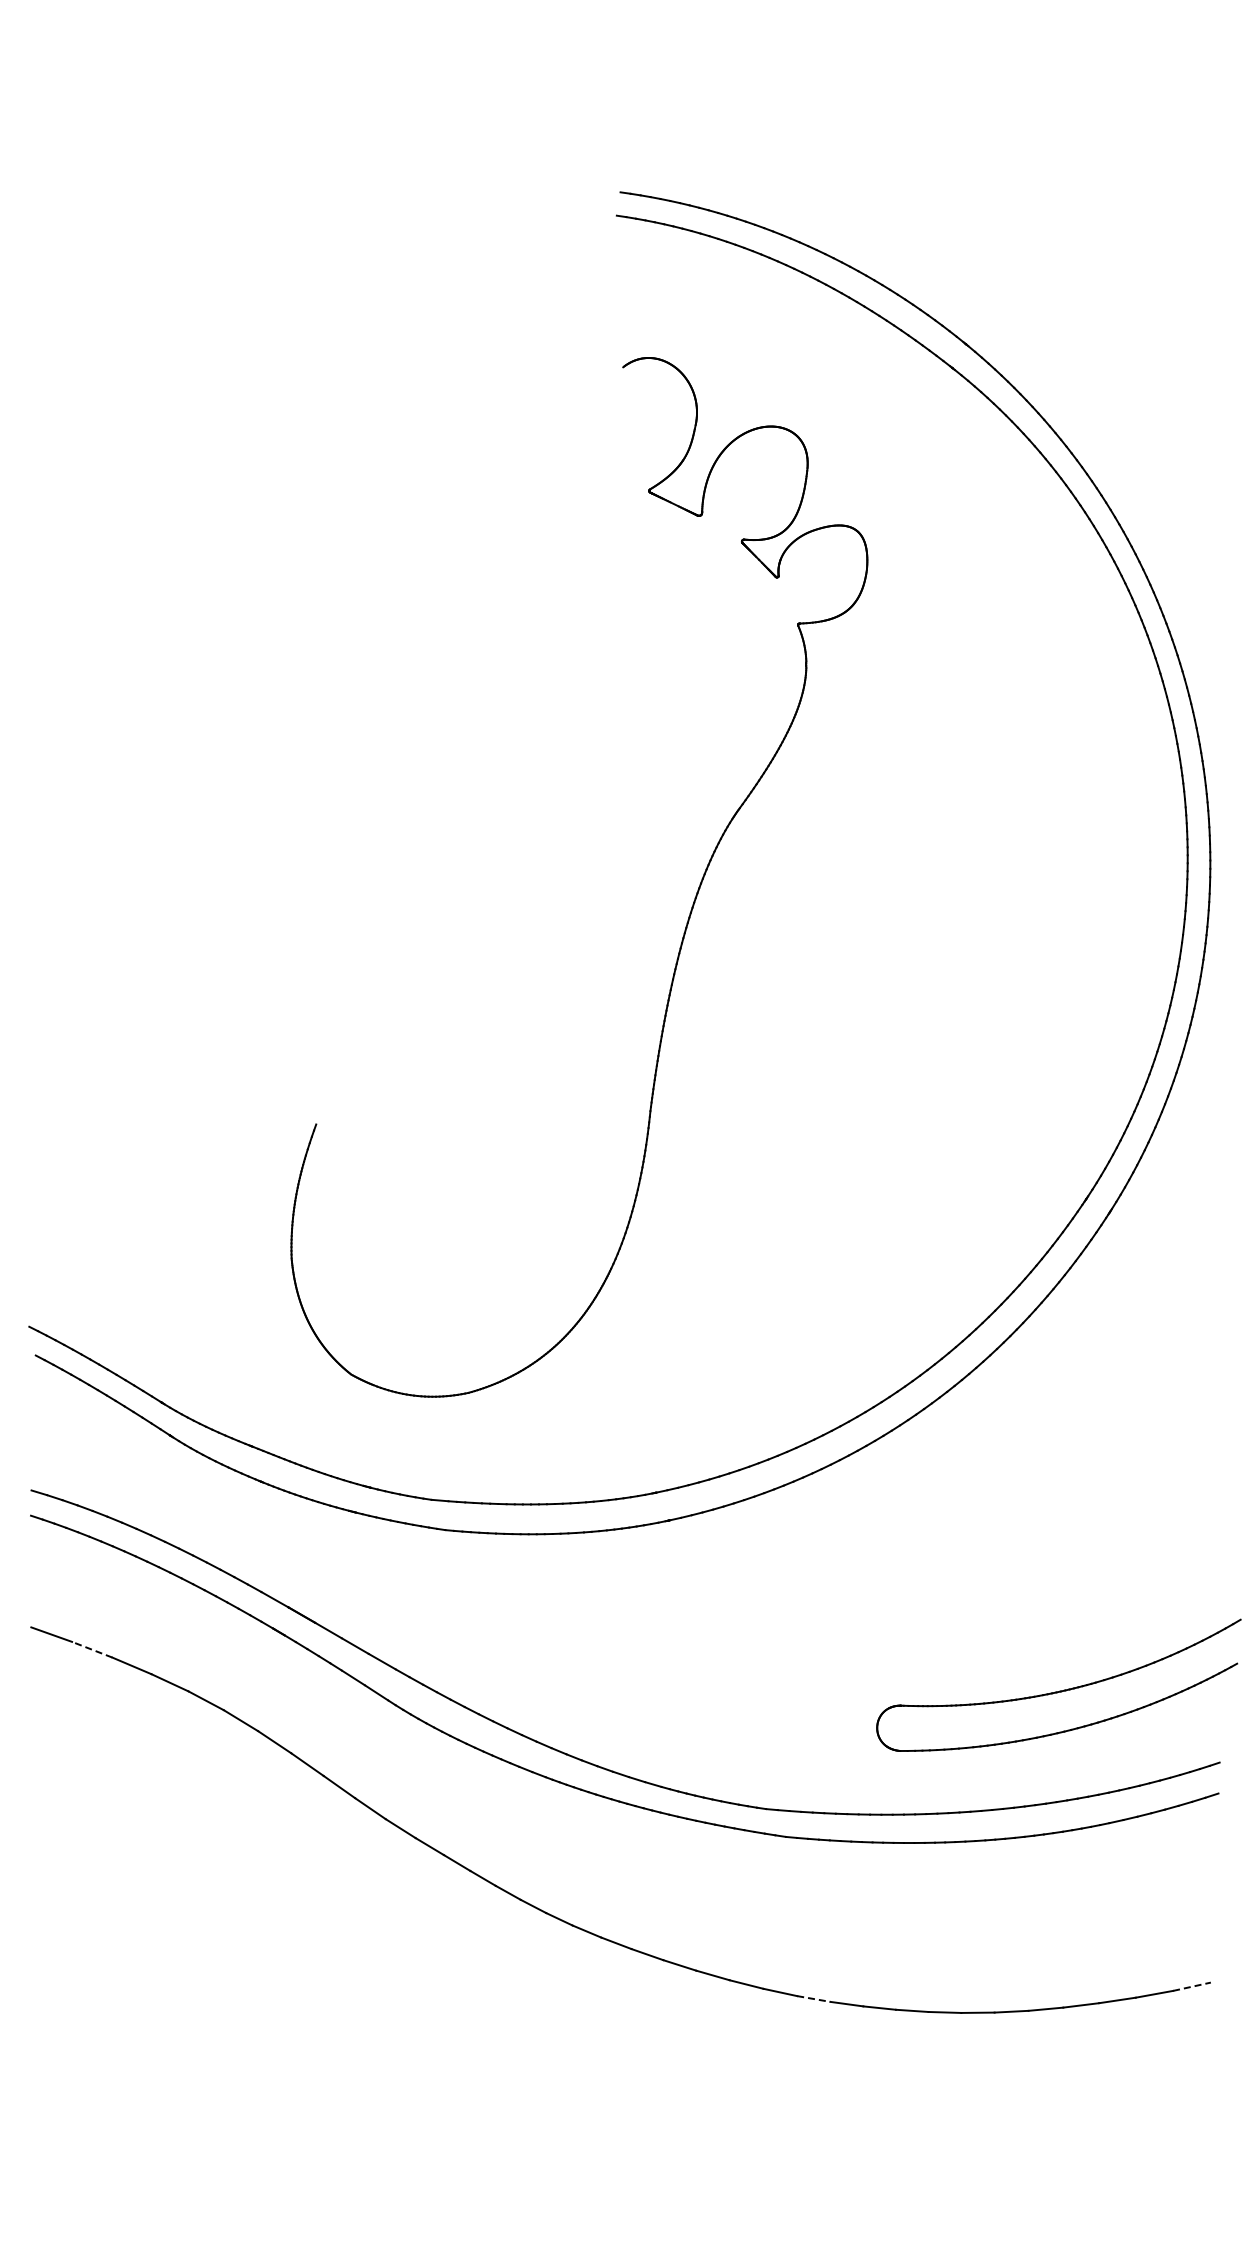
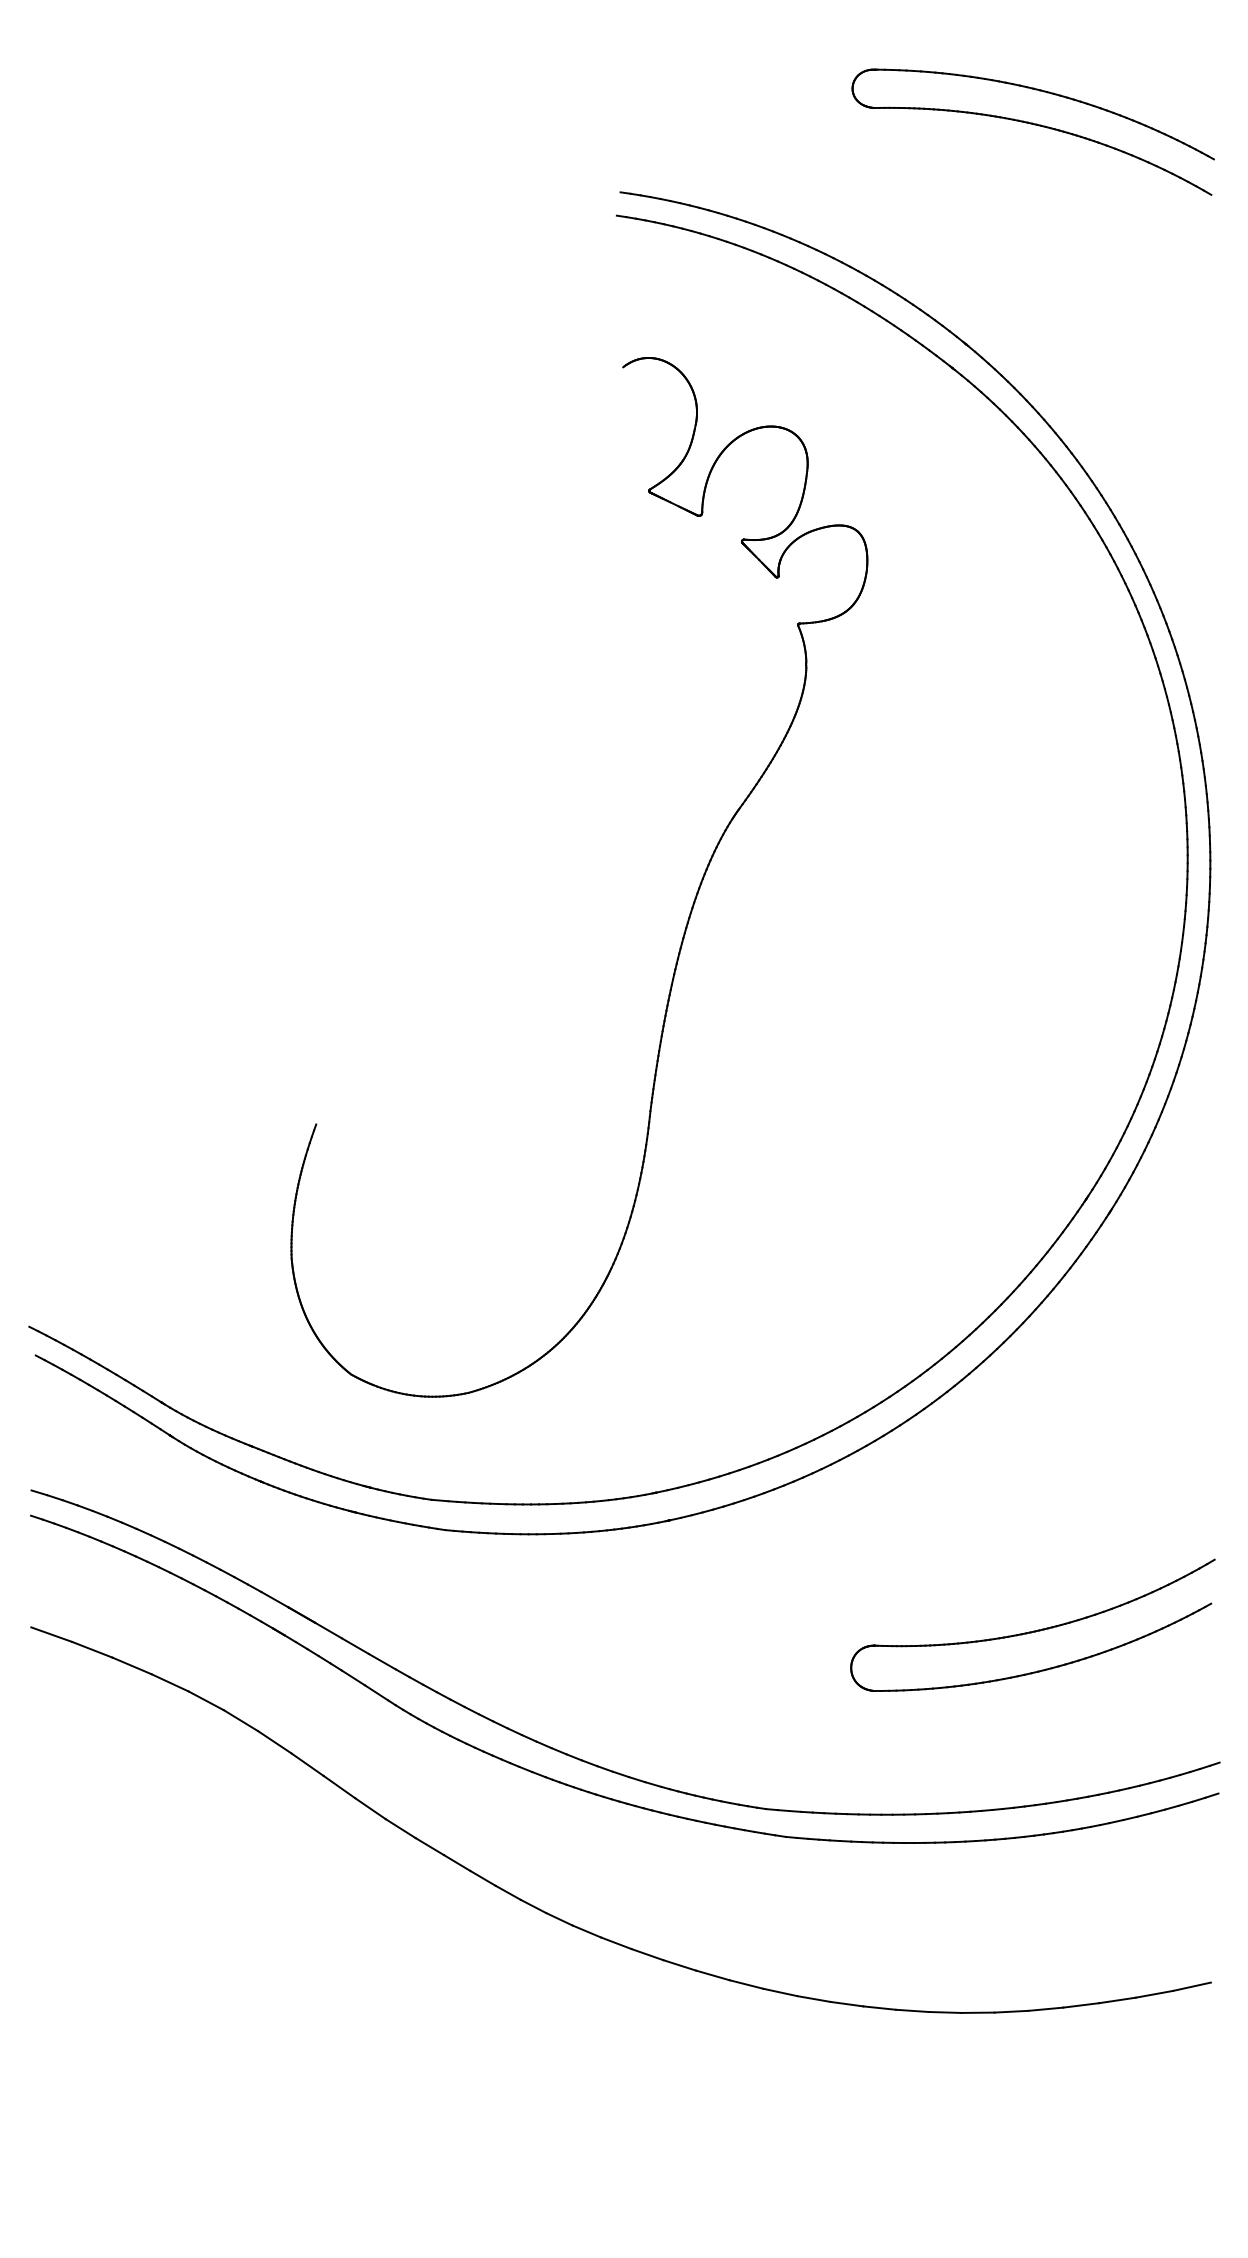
part at (1034, 125): none -> present
line at (92, 1649): dashed -> solid
part at (1059, 1690) position: (1059, 1690) -> (1033, 1630)
line at (1192, 1986): dashed -> solid
line at (813, 1999): dashed -> solid
